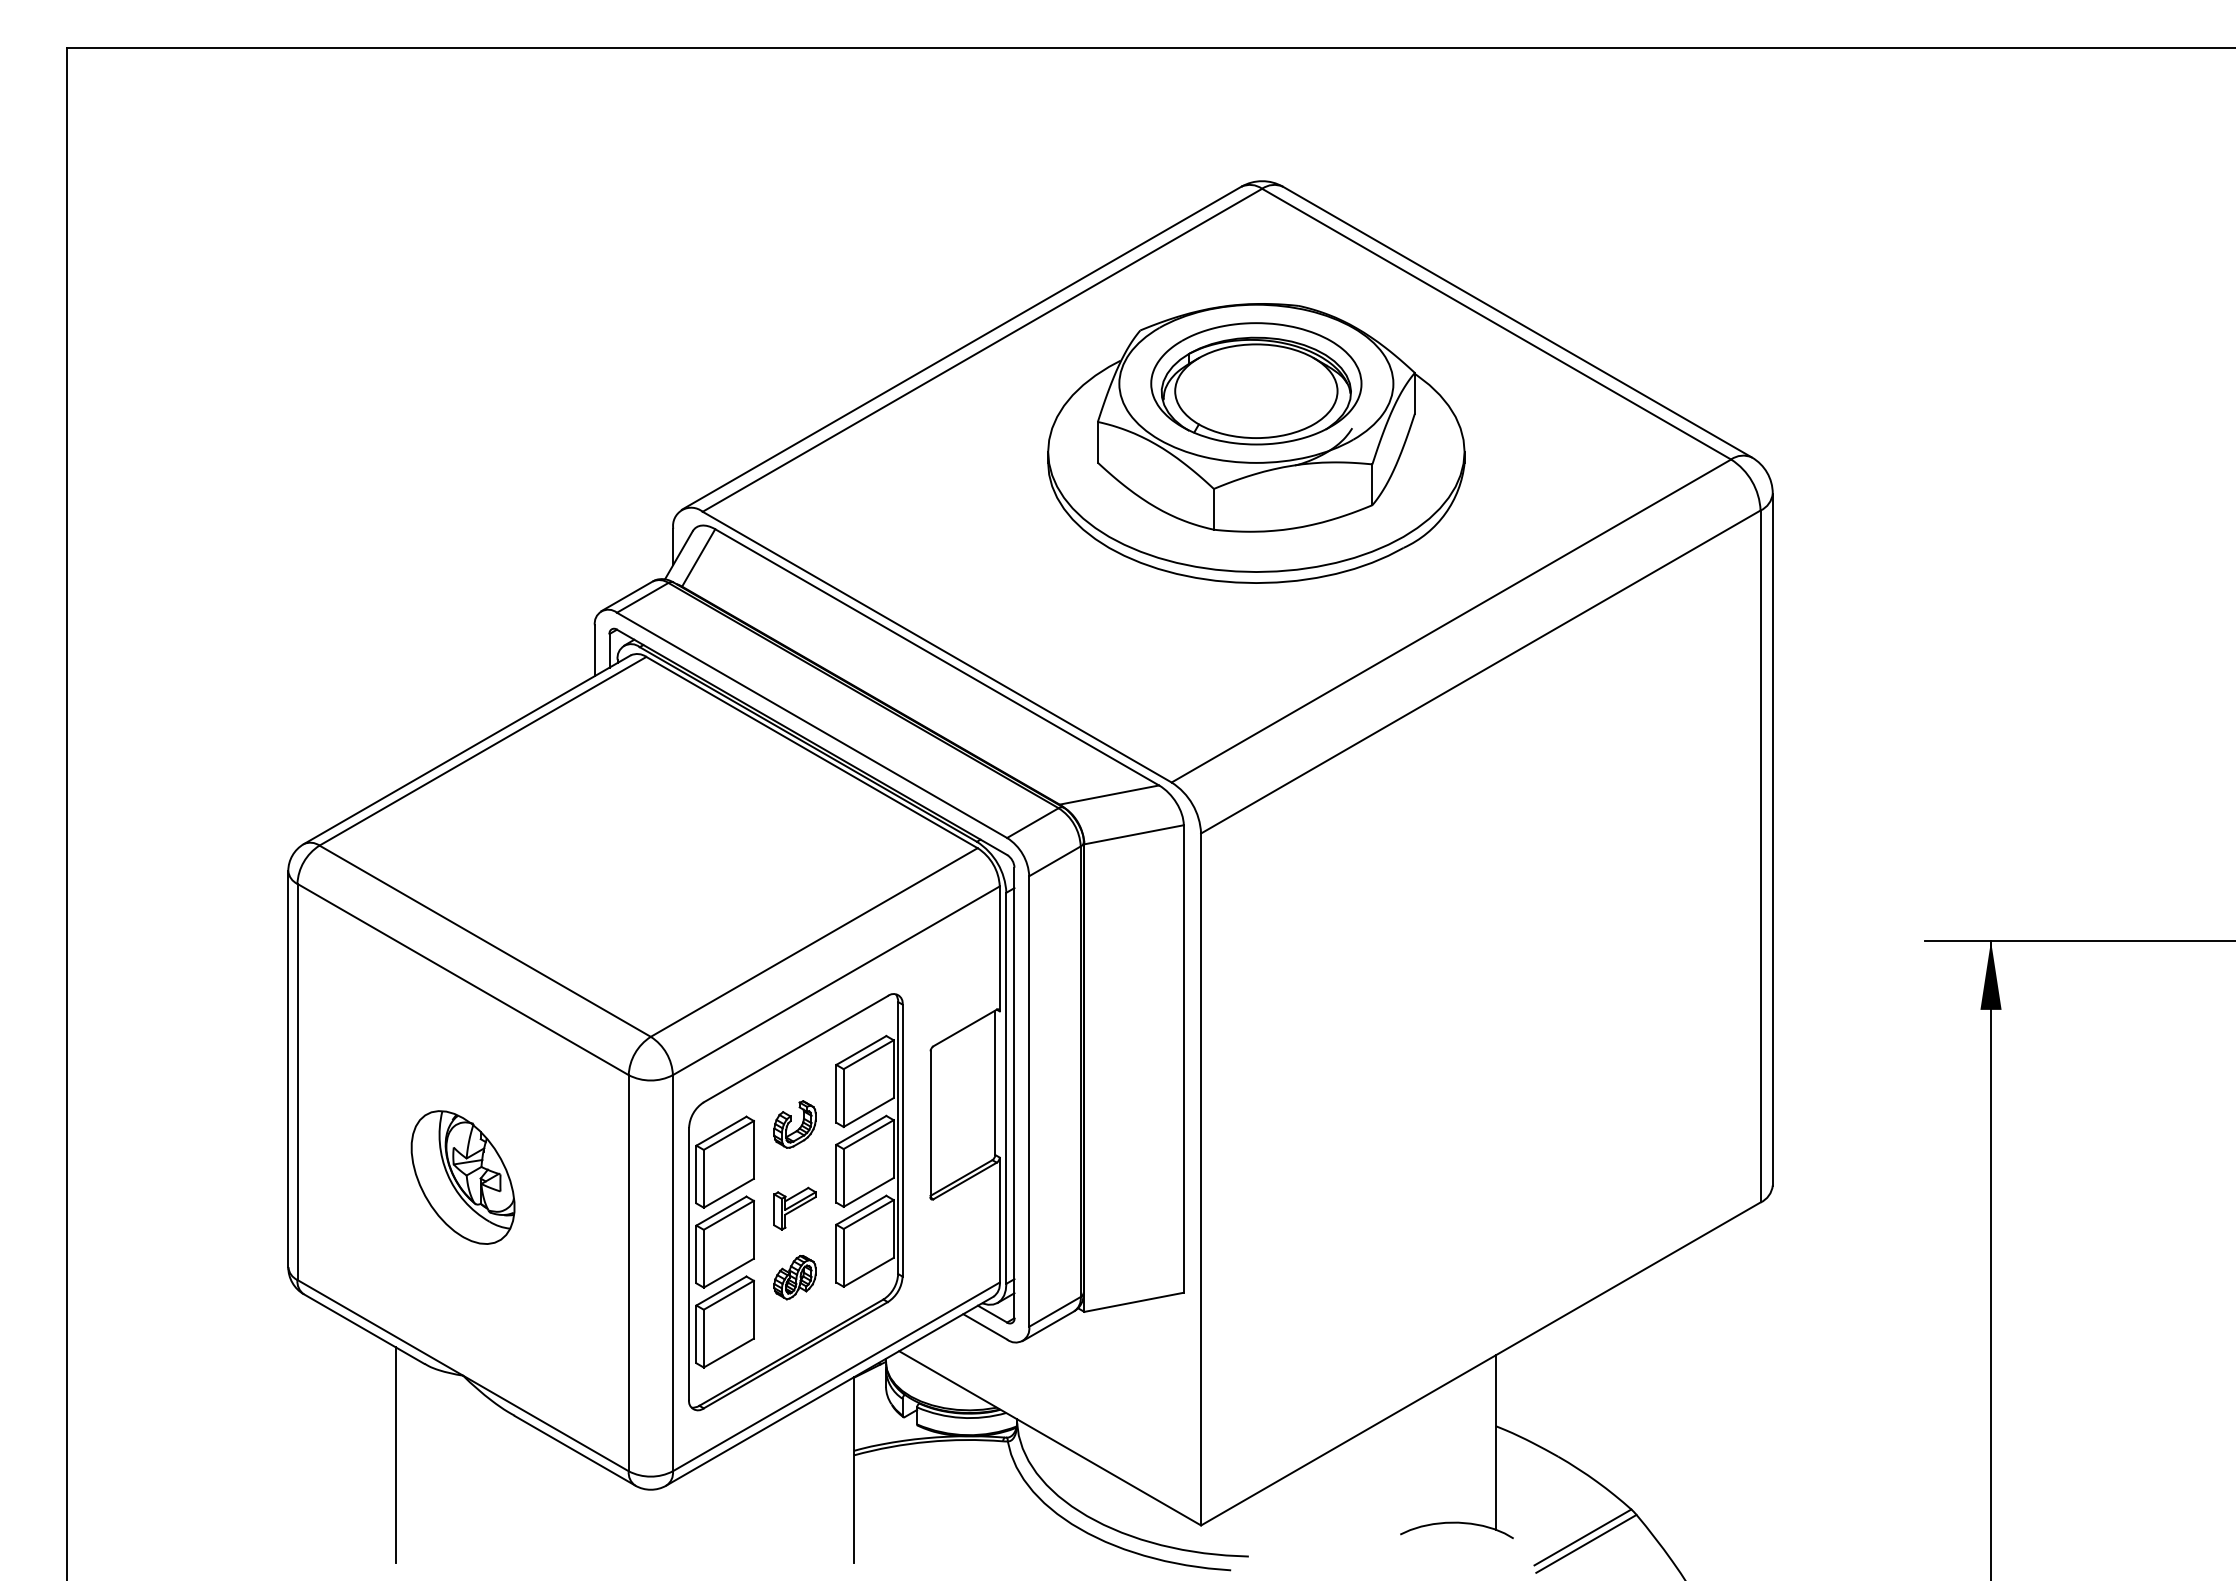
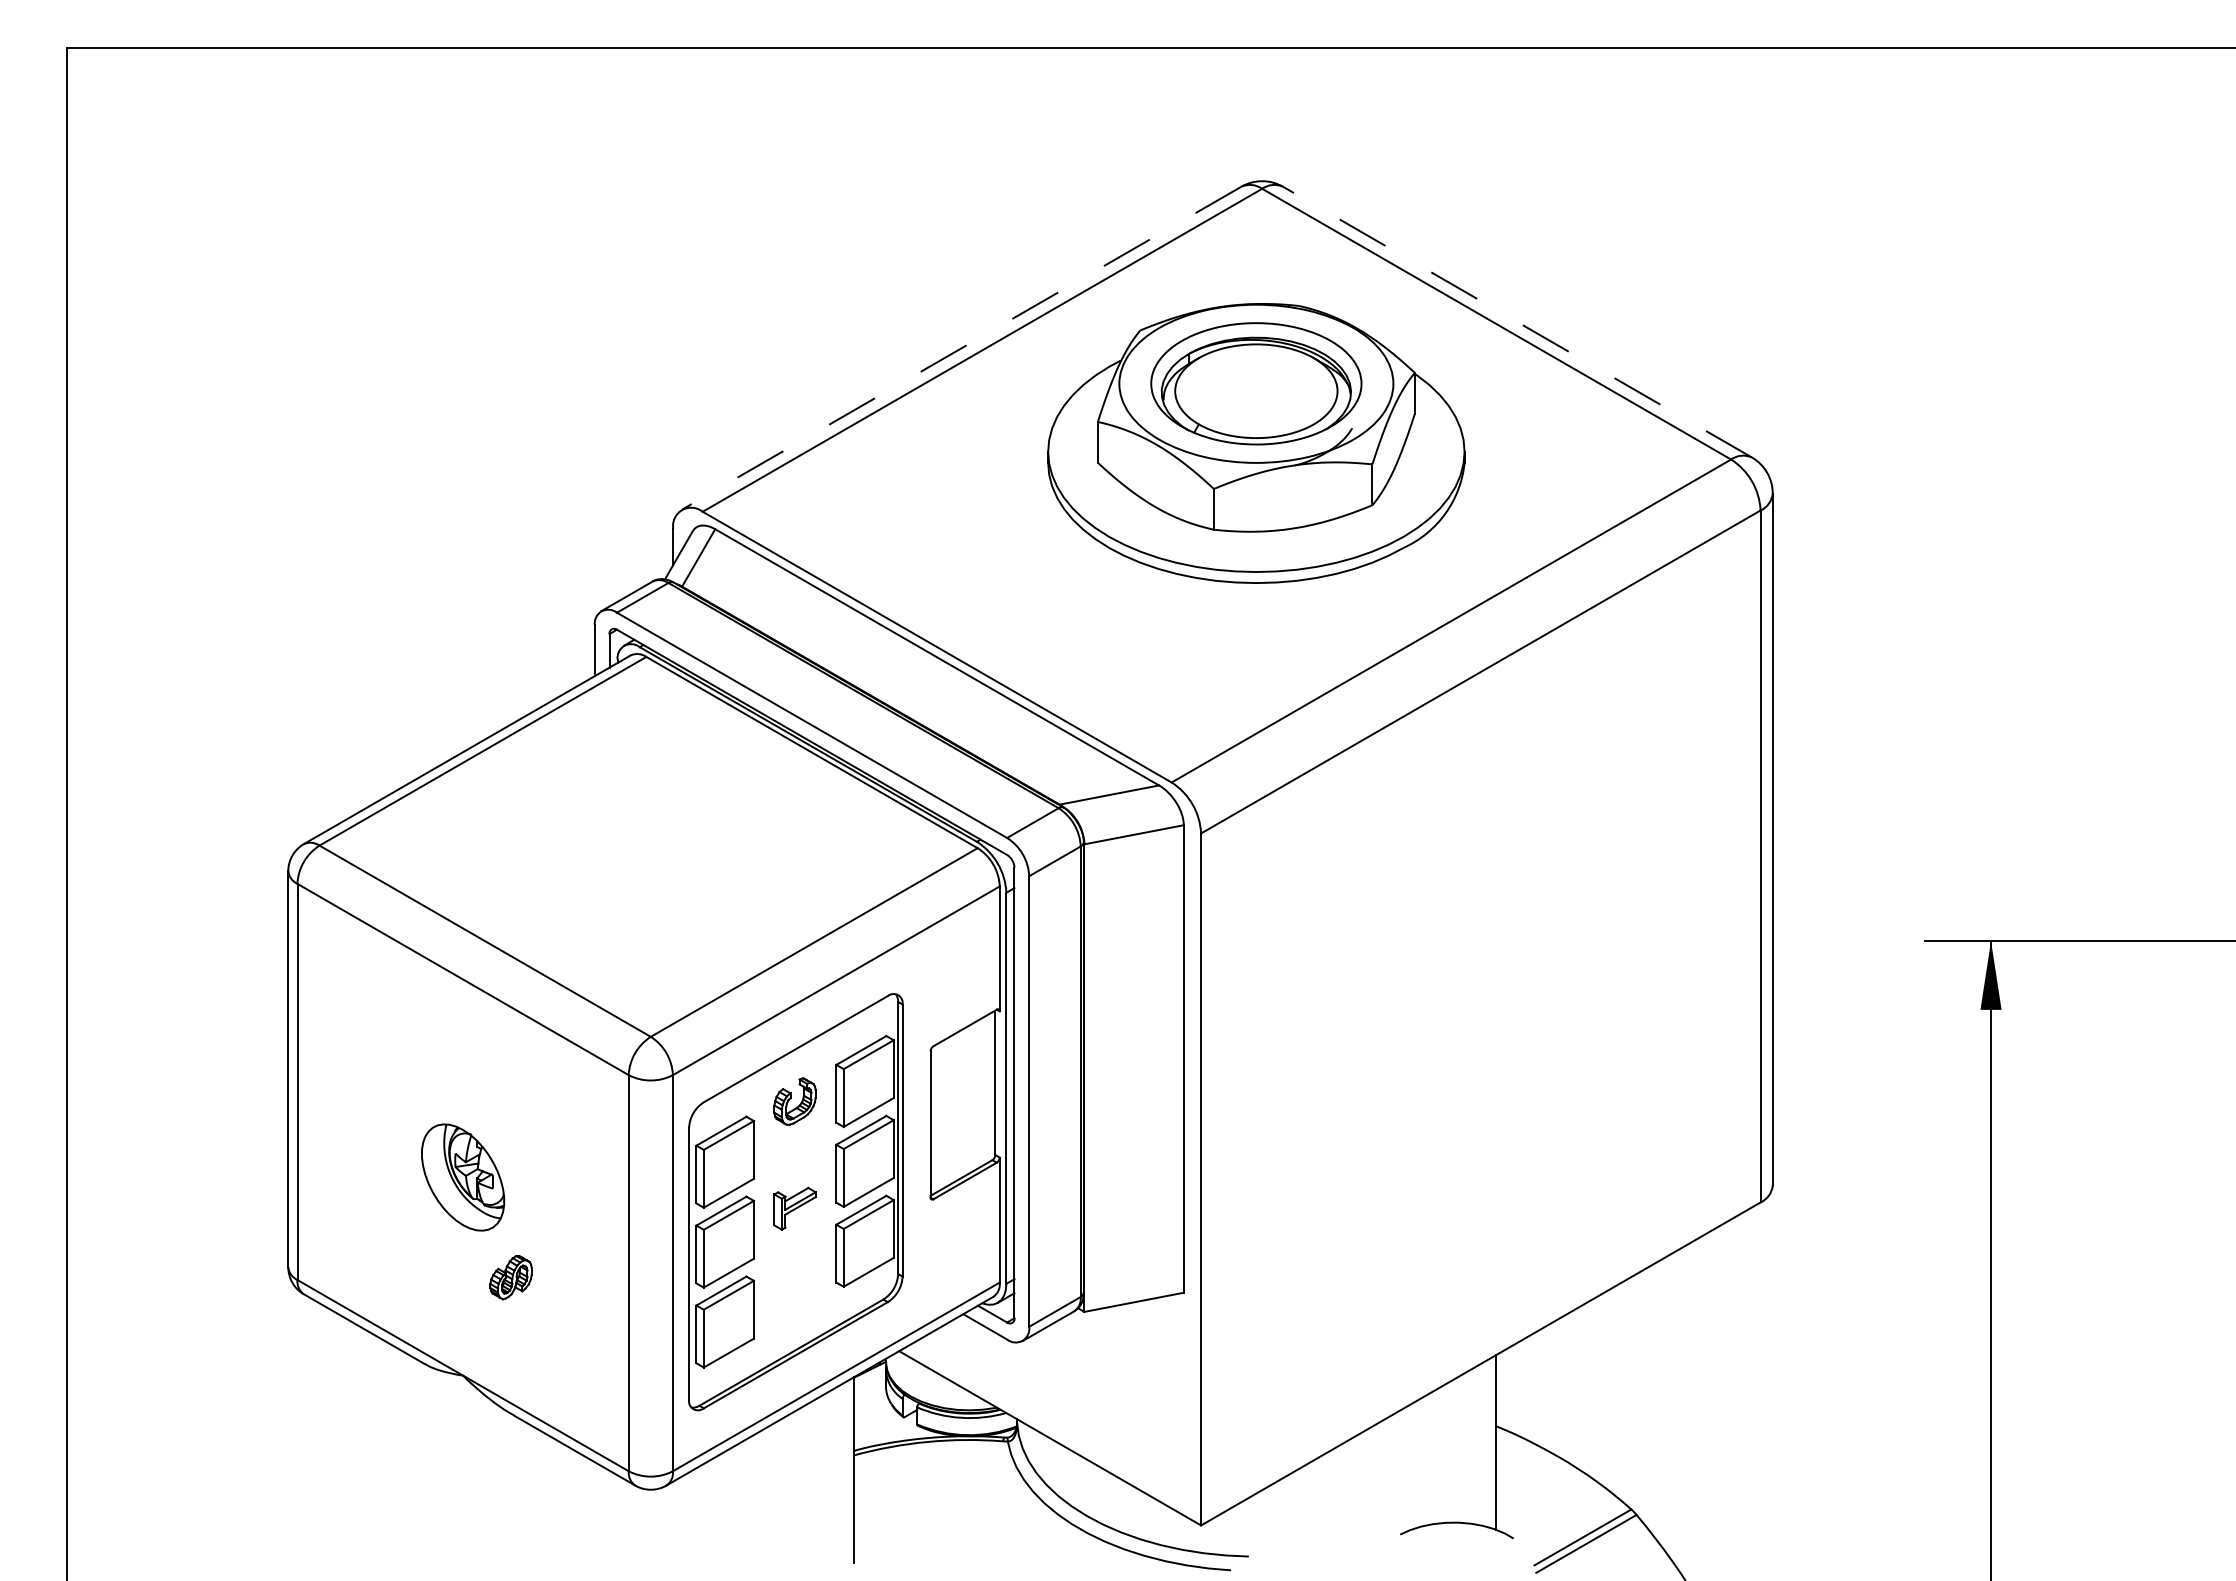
line at (1517, 322): solid -> dashed
line at (961, 348): solid -> dashed
part at (794, 1124) position: (794, 1124) -> (794, 1101)
part at (462, 1177) size: 106x135 px -> 85x109 px
part at (794, 1277) position: (794, 1277) -> (510, 1277)
line at (396, 1454): present -> none
